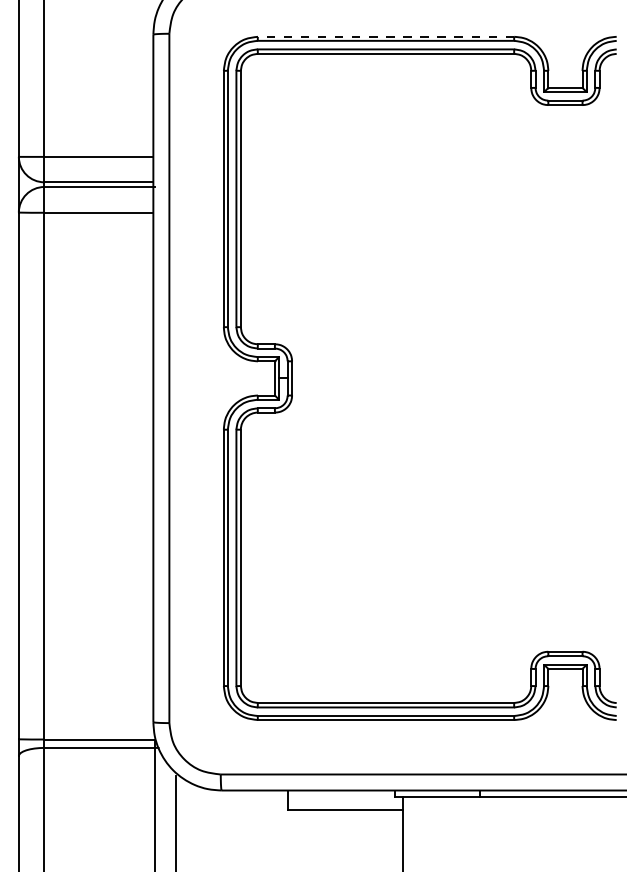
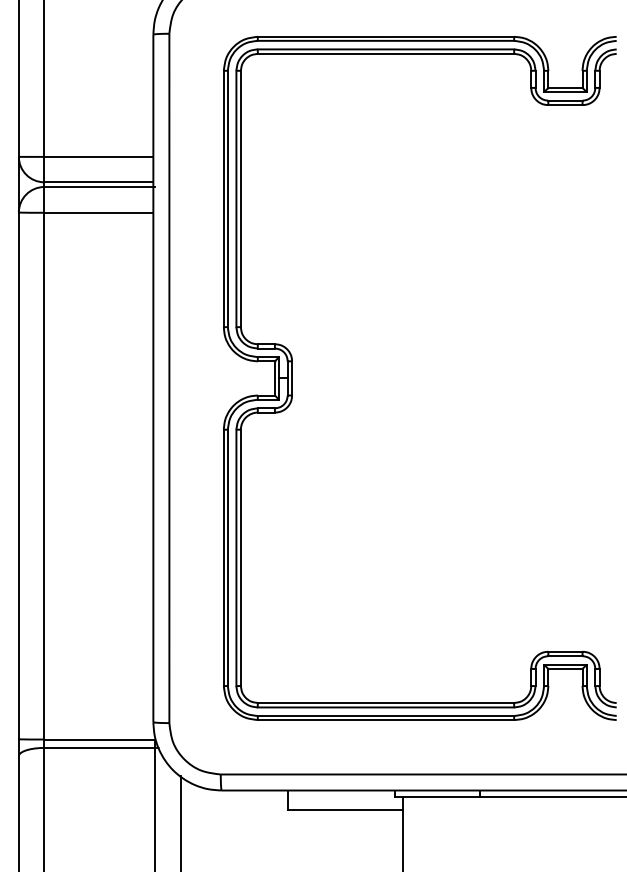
line at (385, 36): dashed -> solid
line at (176, 821) position: (176, 821) -> (181, 821)
